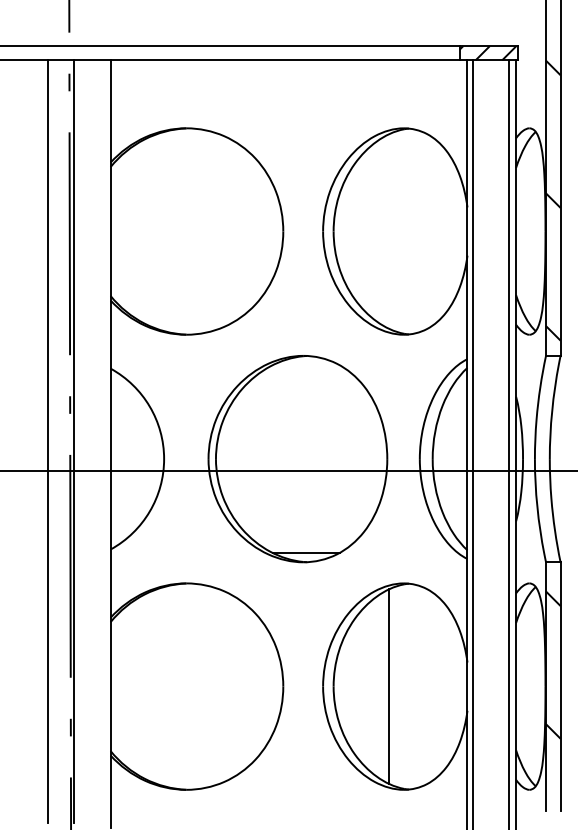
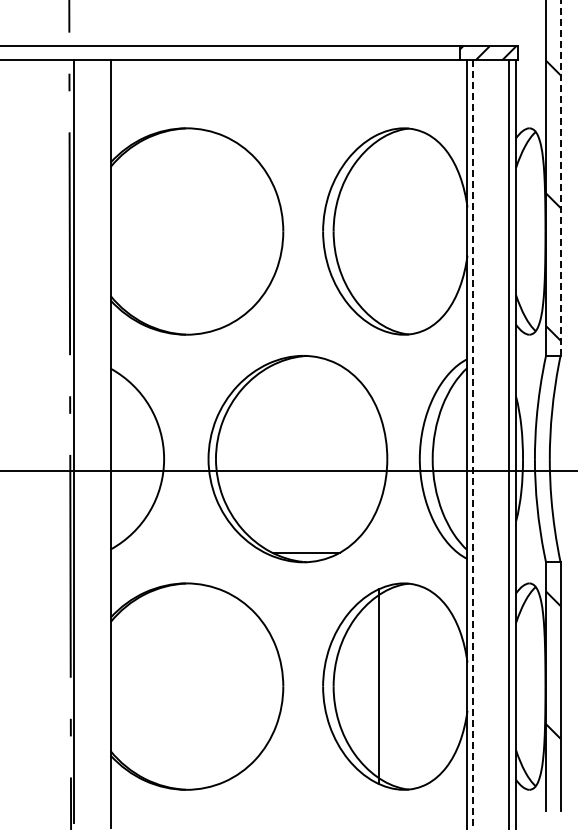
line at (560, 178): solid -> dashed
line at (47, 441): present -> none
line at (472, 445): solid -> dashed
line at (389, 686) position: (389, 686) -> (379, 686)
